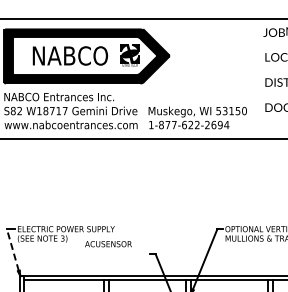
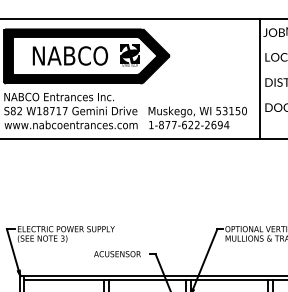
line at (260, 78): none -> present
text at (108, 244) position: (108, 244) -> (117, 254)
line at (12, 250): dashed -> solid
